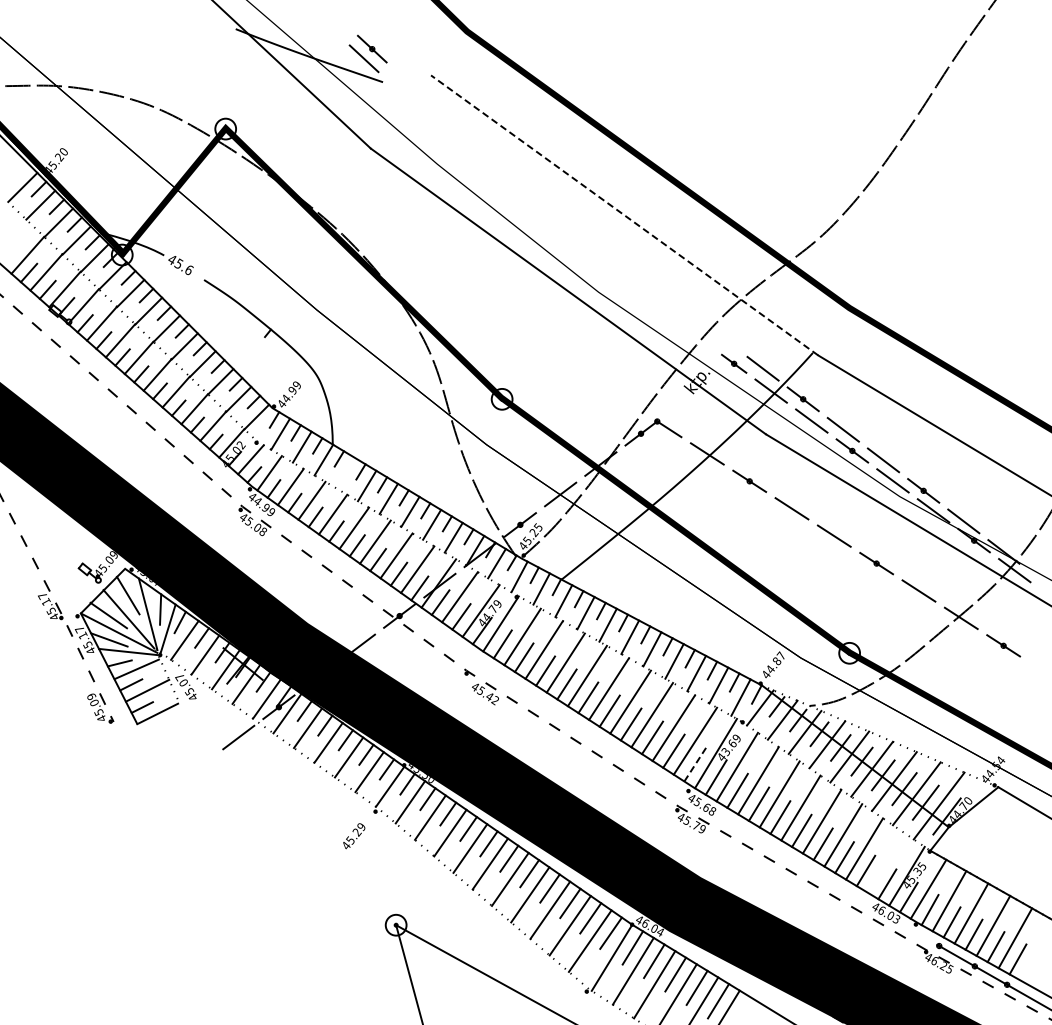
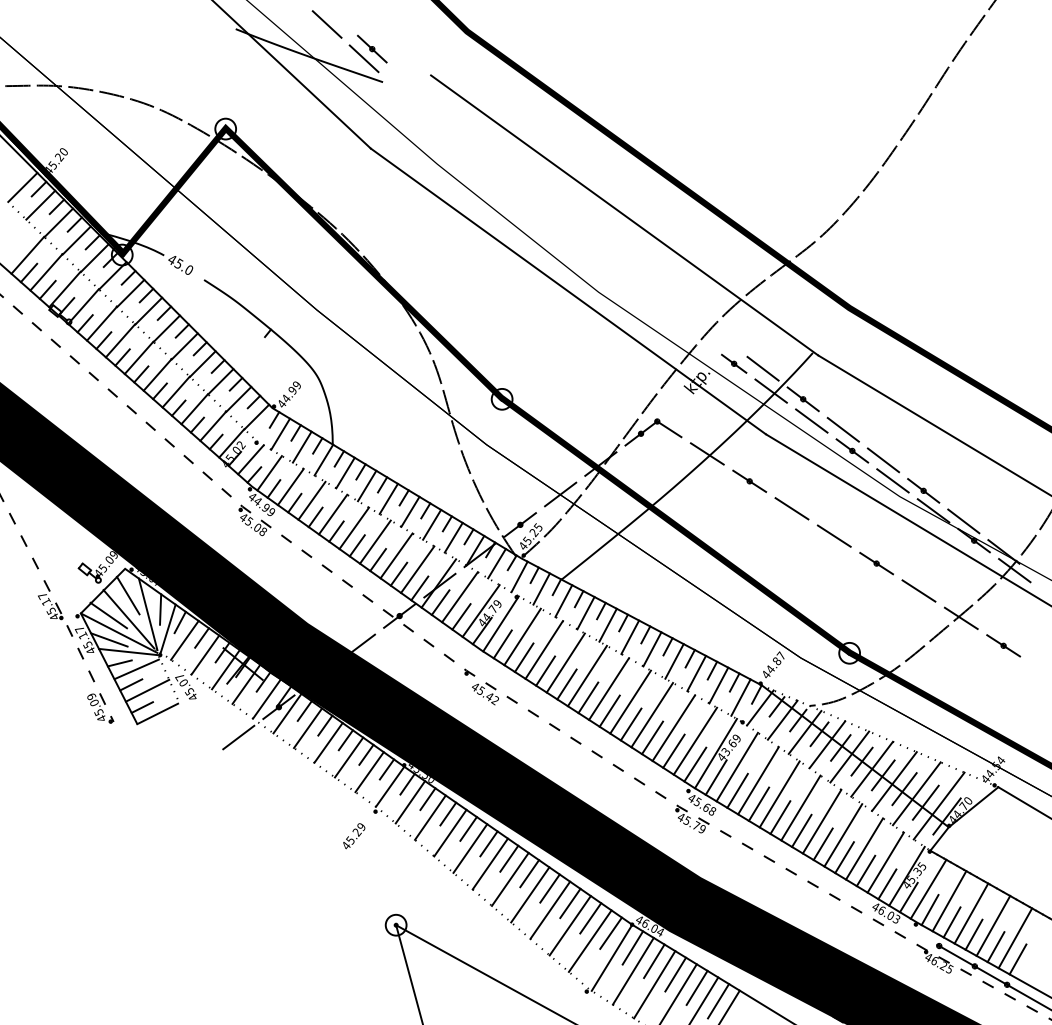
line at (327, 24): none -> present
line at (624, 215): dashed -> solid
text at (190, 270): 45.6 -> 45.0
line at (345, 472): none -> present
line at (695, 764): dashed -> solid
line at (885, 862): none -> present
